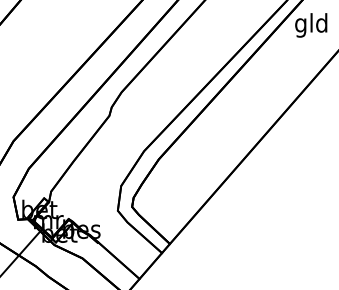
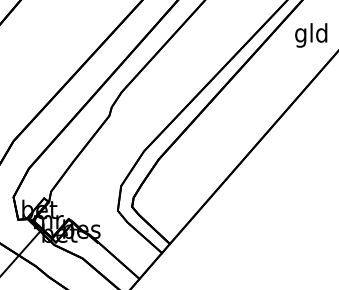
text at (311, 25) position: (311, 25) -> (311, 35)
